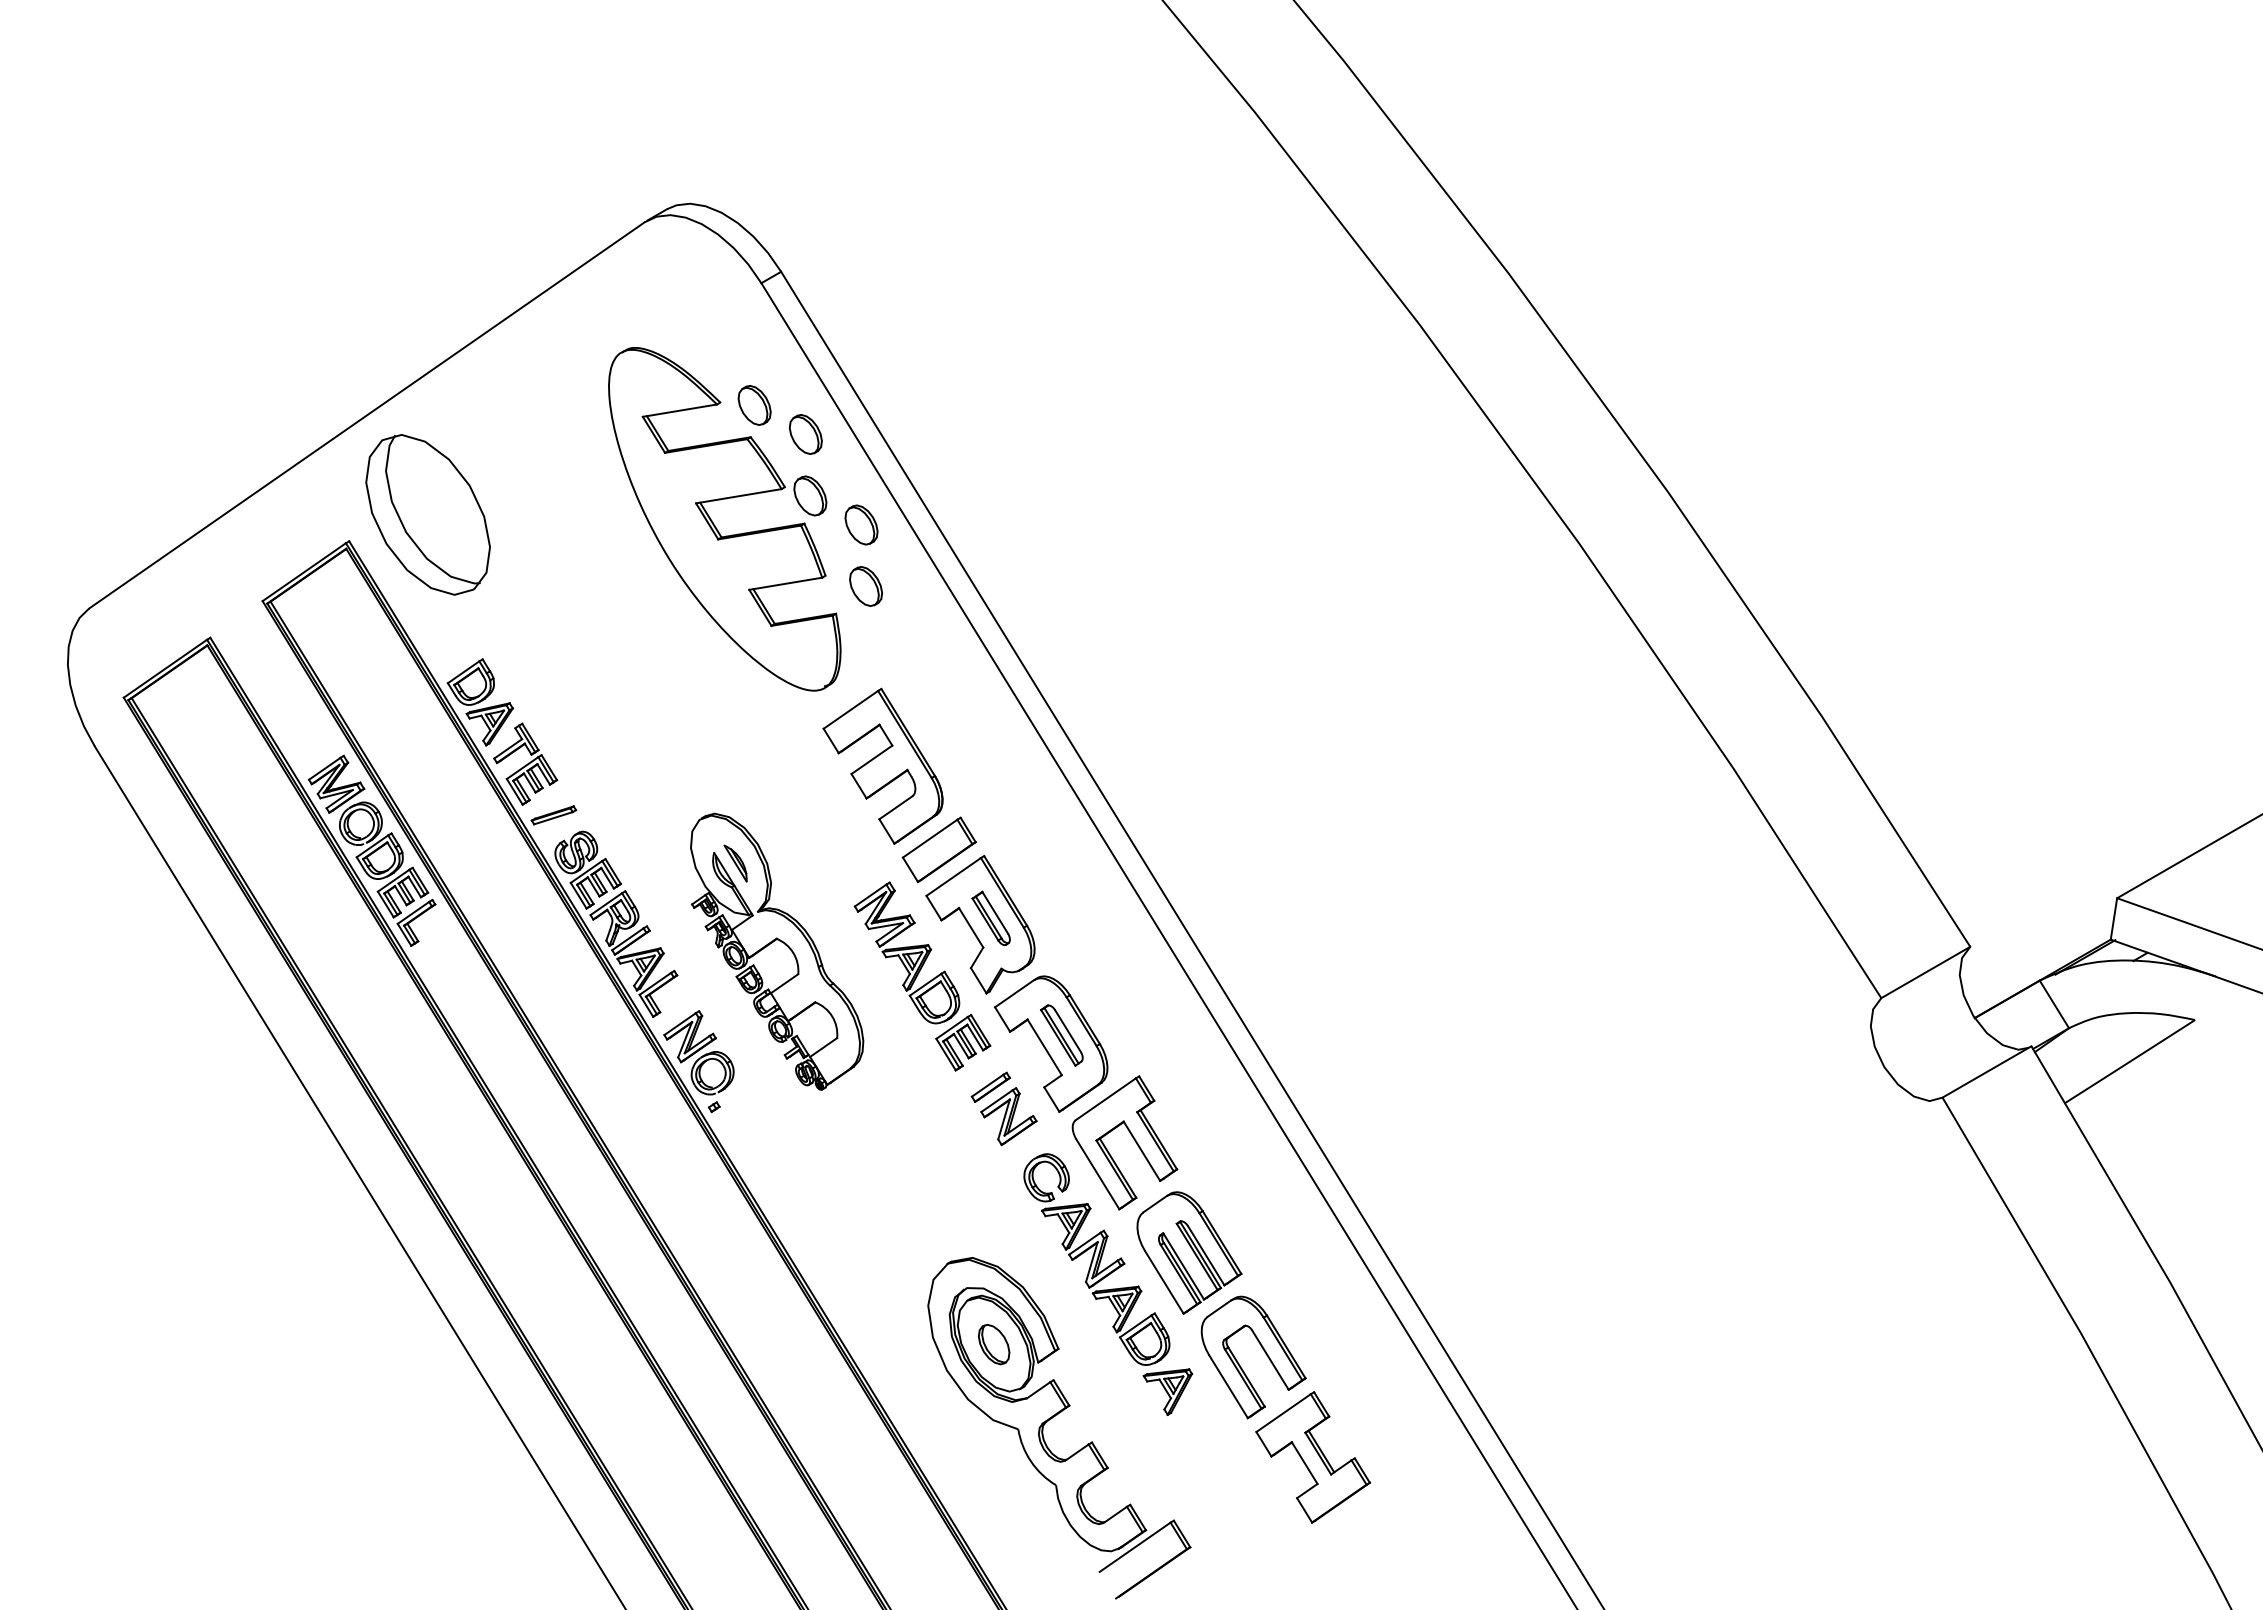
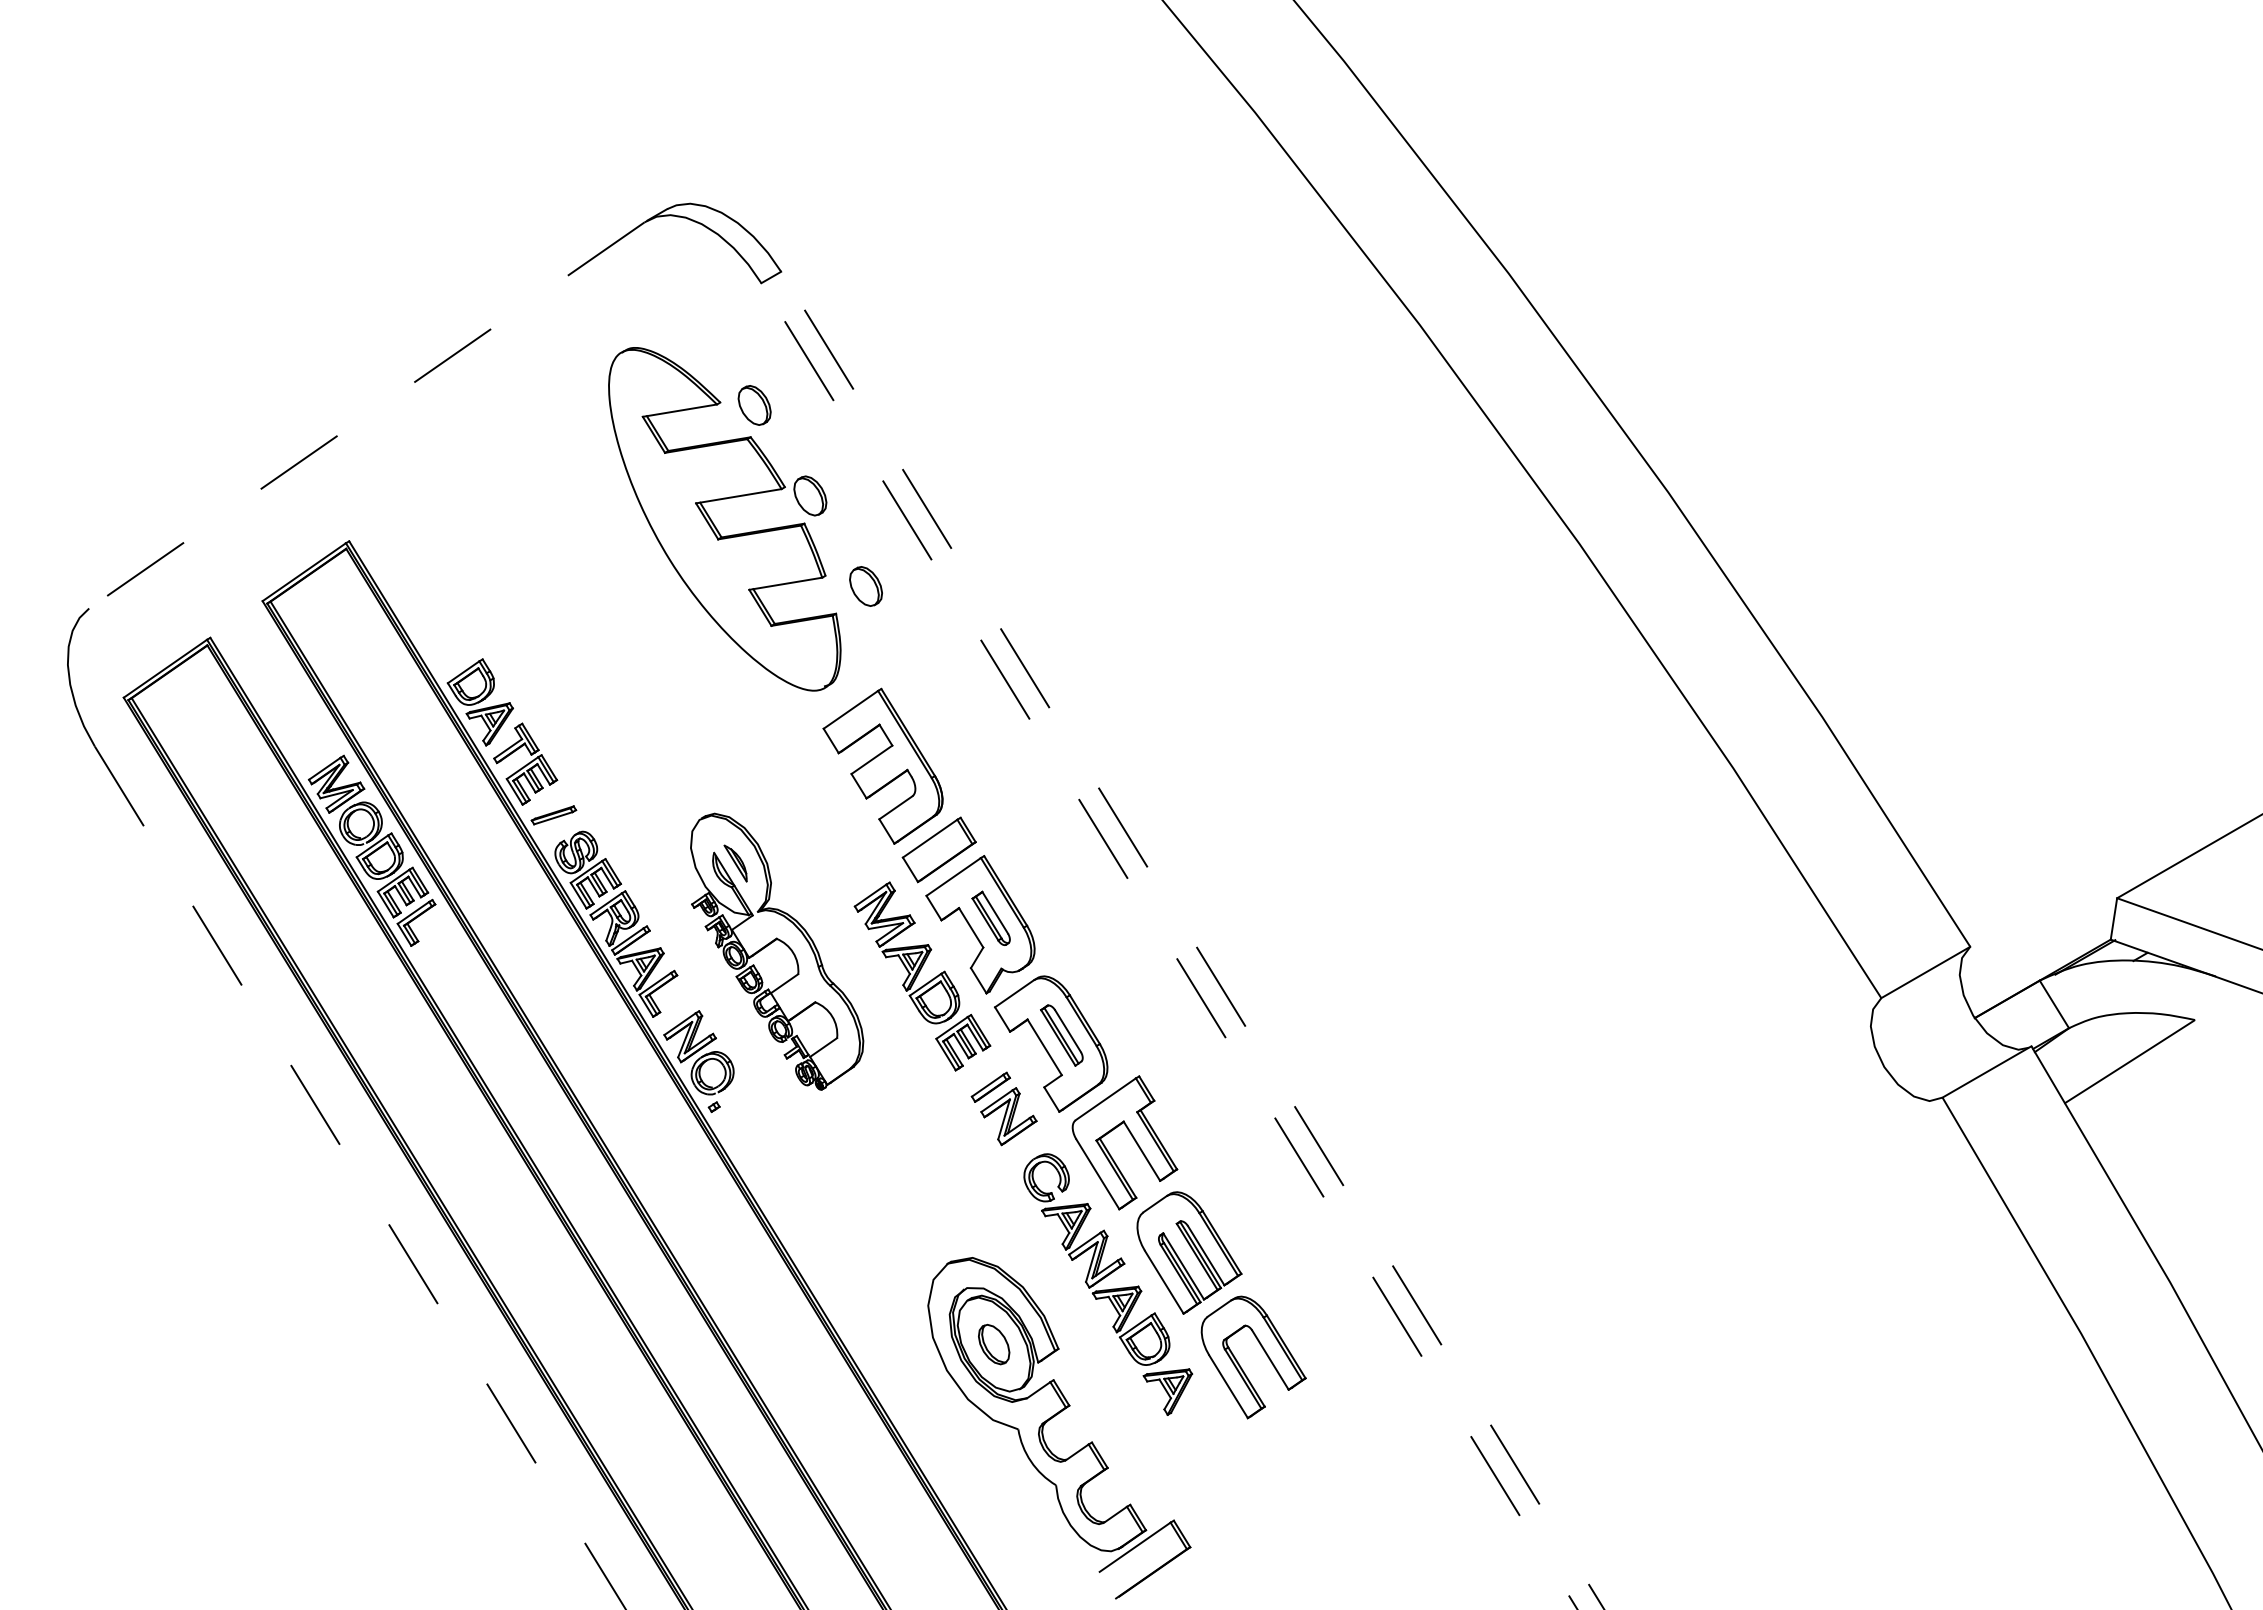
line at (366, 415): solid -> dashed
part at (805, 434): present -> none
part at (427, 514): present -> none
part at (861, 524): present -> none
line at (1192, 940): solid -> dashed
line at (1169, 946): solid -> dashed
line at (360, 1178): solid -> dashed
part at (1312, 1457): present -> none
